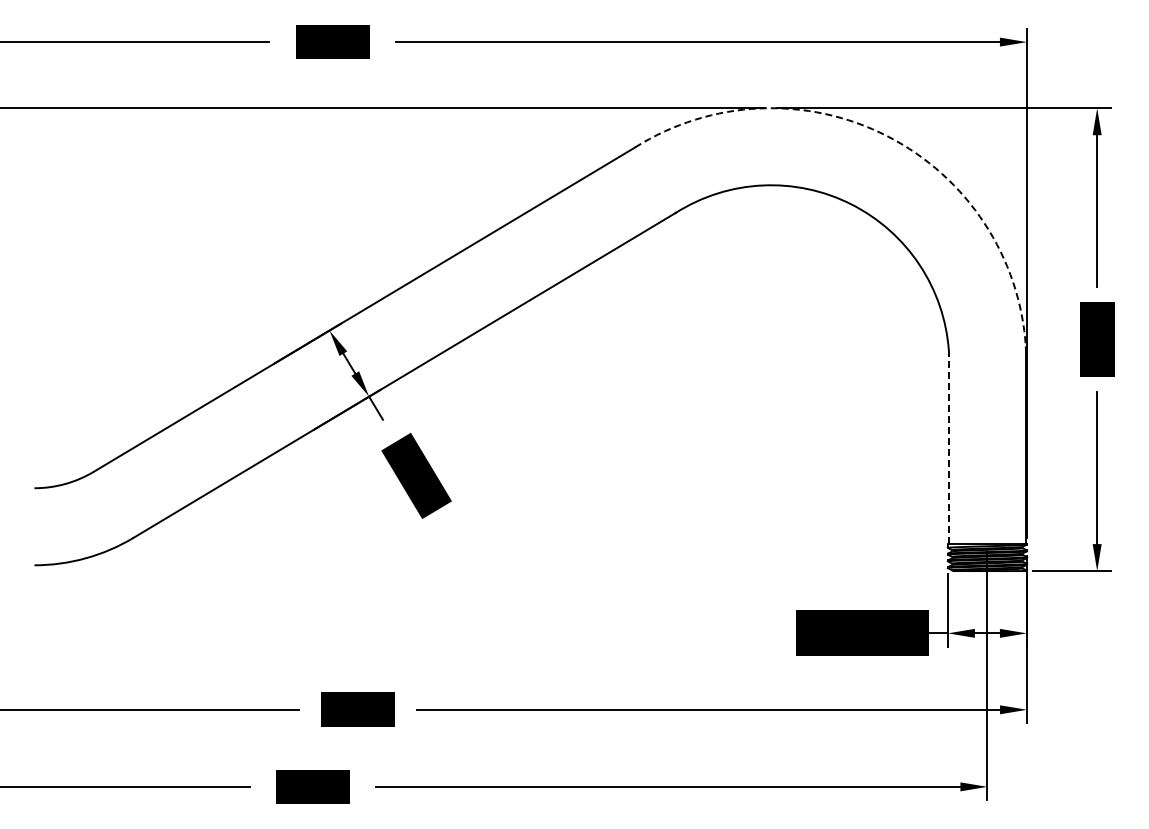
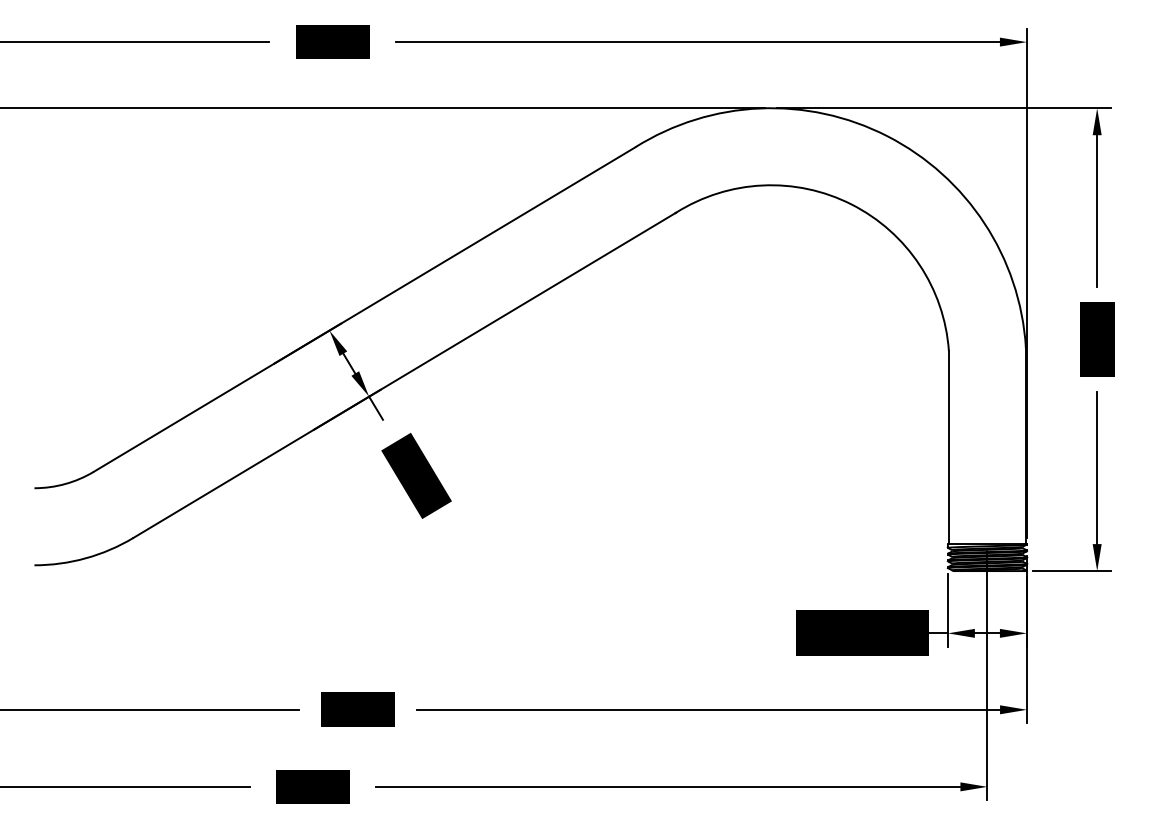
arc at (887, 136): dashed -> solid
line at (948, 447): dashed -> solid
